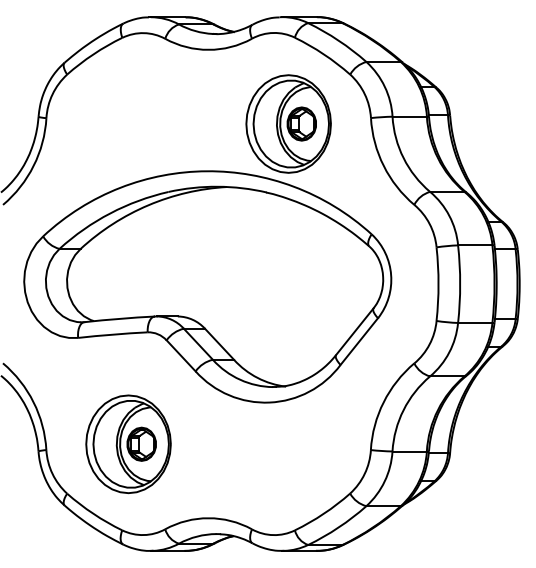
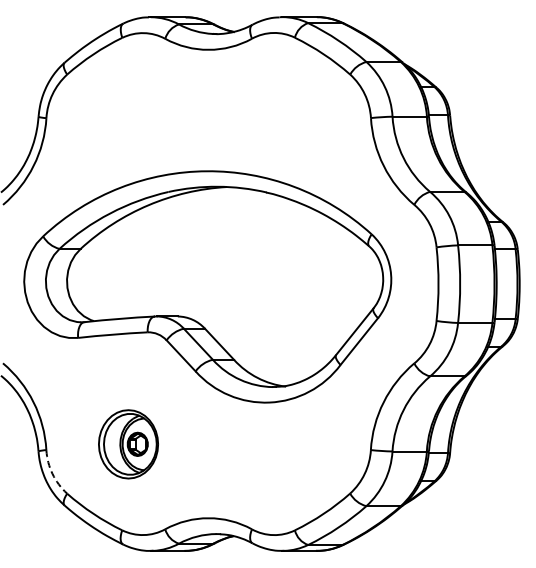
part at (288, 123): present -> none
part at (128, 444) size: 87x101 px -> 61x71 px
arc at (52, 473): solid -> dashed
